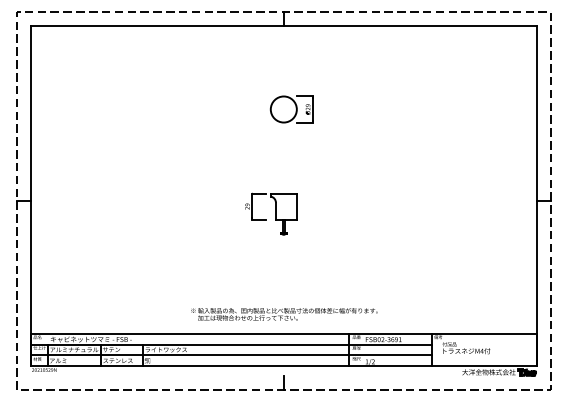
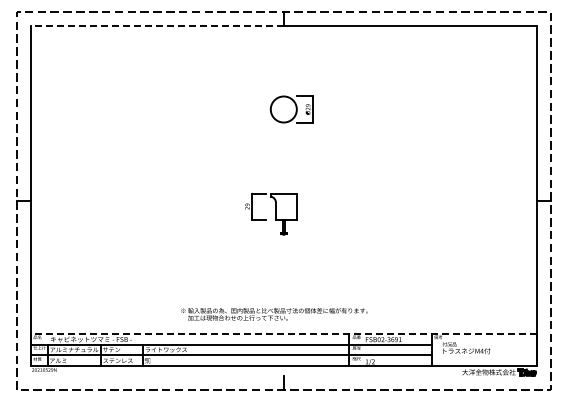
line at (157, 26): solid -> dashed
text at (284, 314) position: (284, 314) -> (274, 314)
line at (283, 333): solid -> dashed
